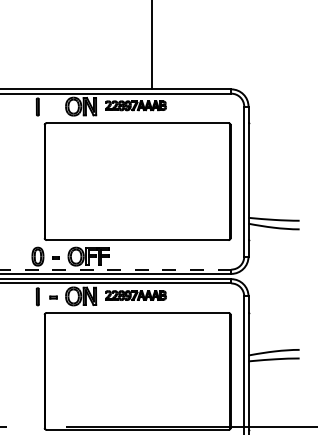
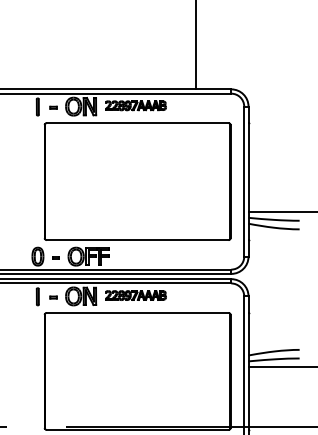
line at (152, 45) position: (152, 45) -> (196, 45)
part at (53, 107): none -> present
line at (281, 212): none -> present
line at (115, 269): dashed -> solid
line at (281, 367): none -> present
